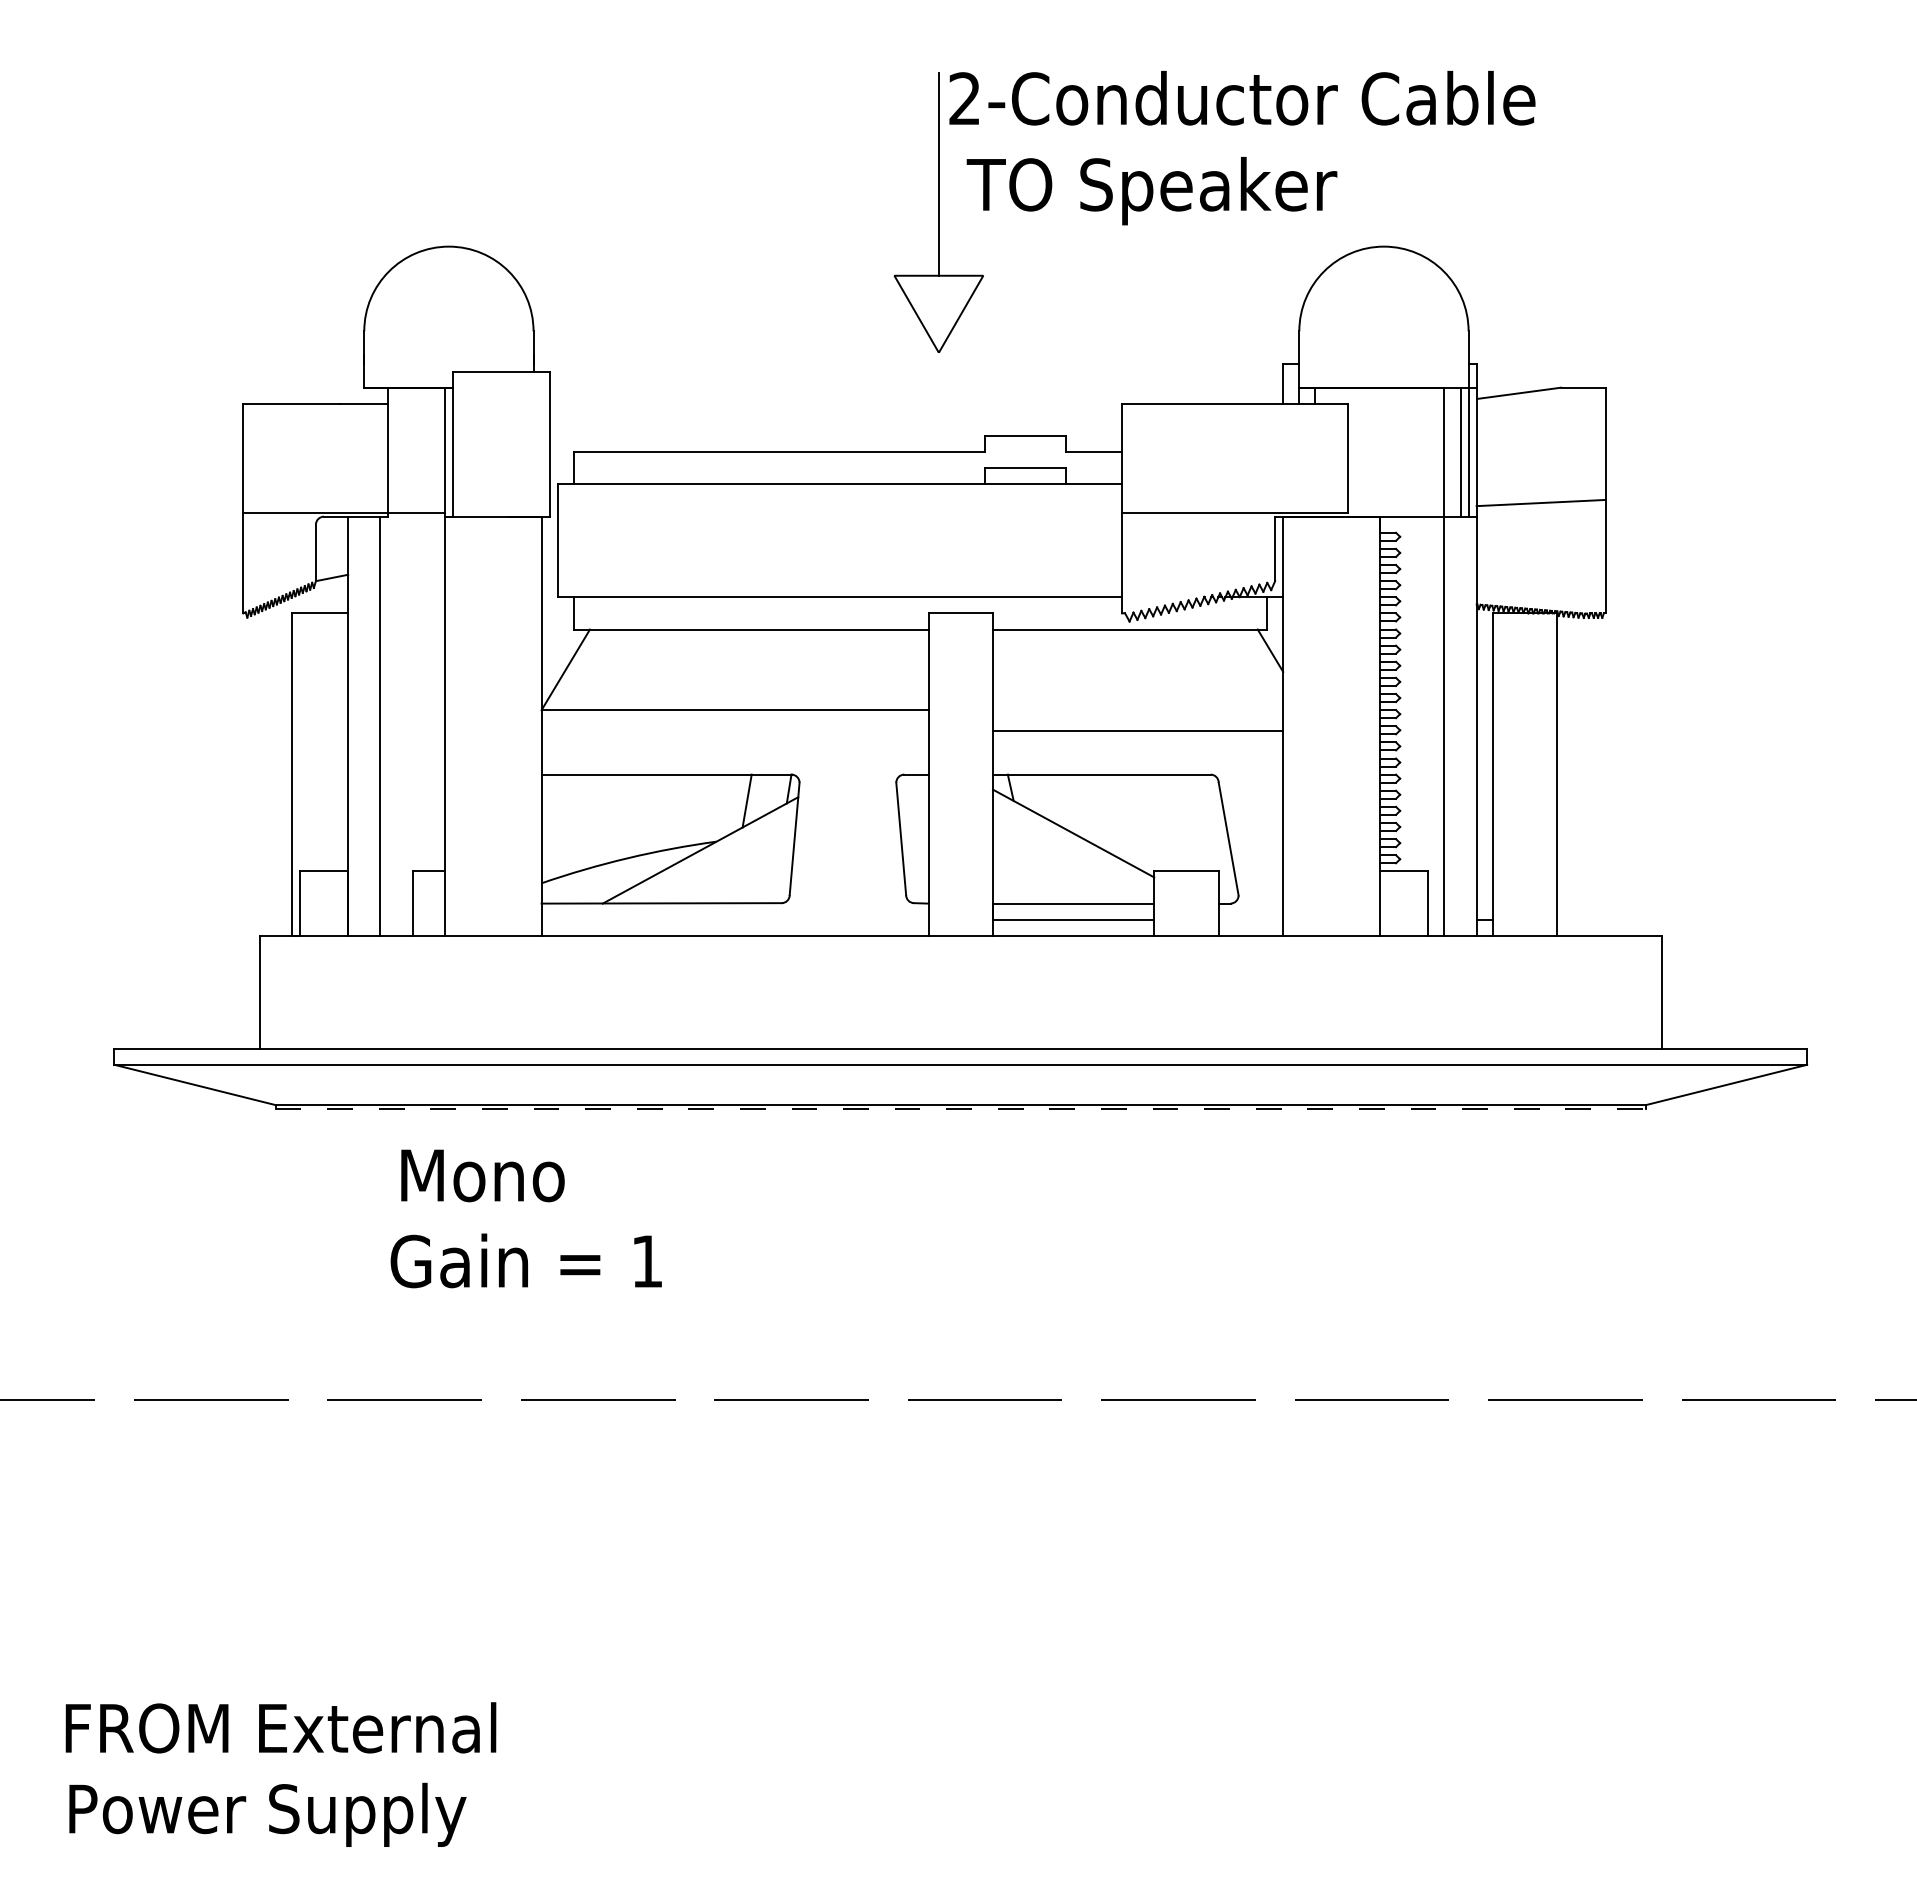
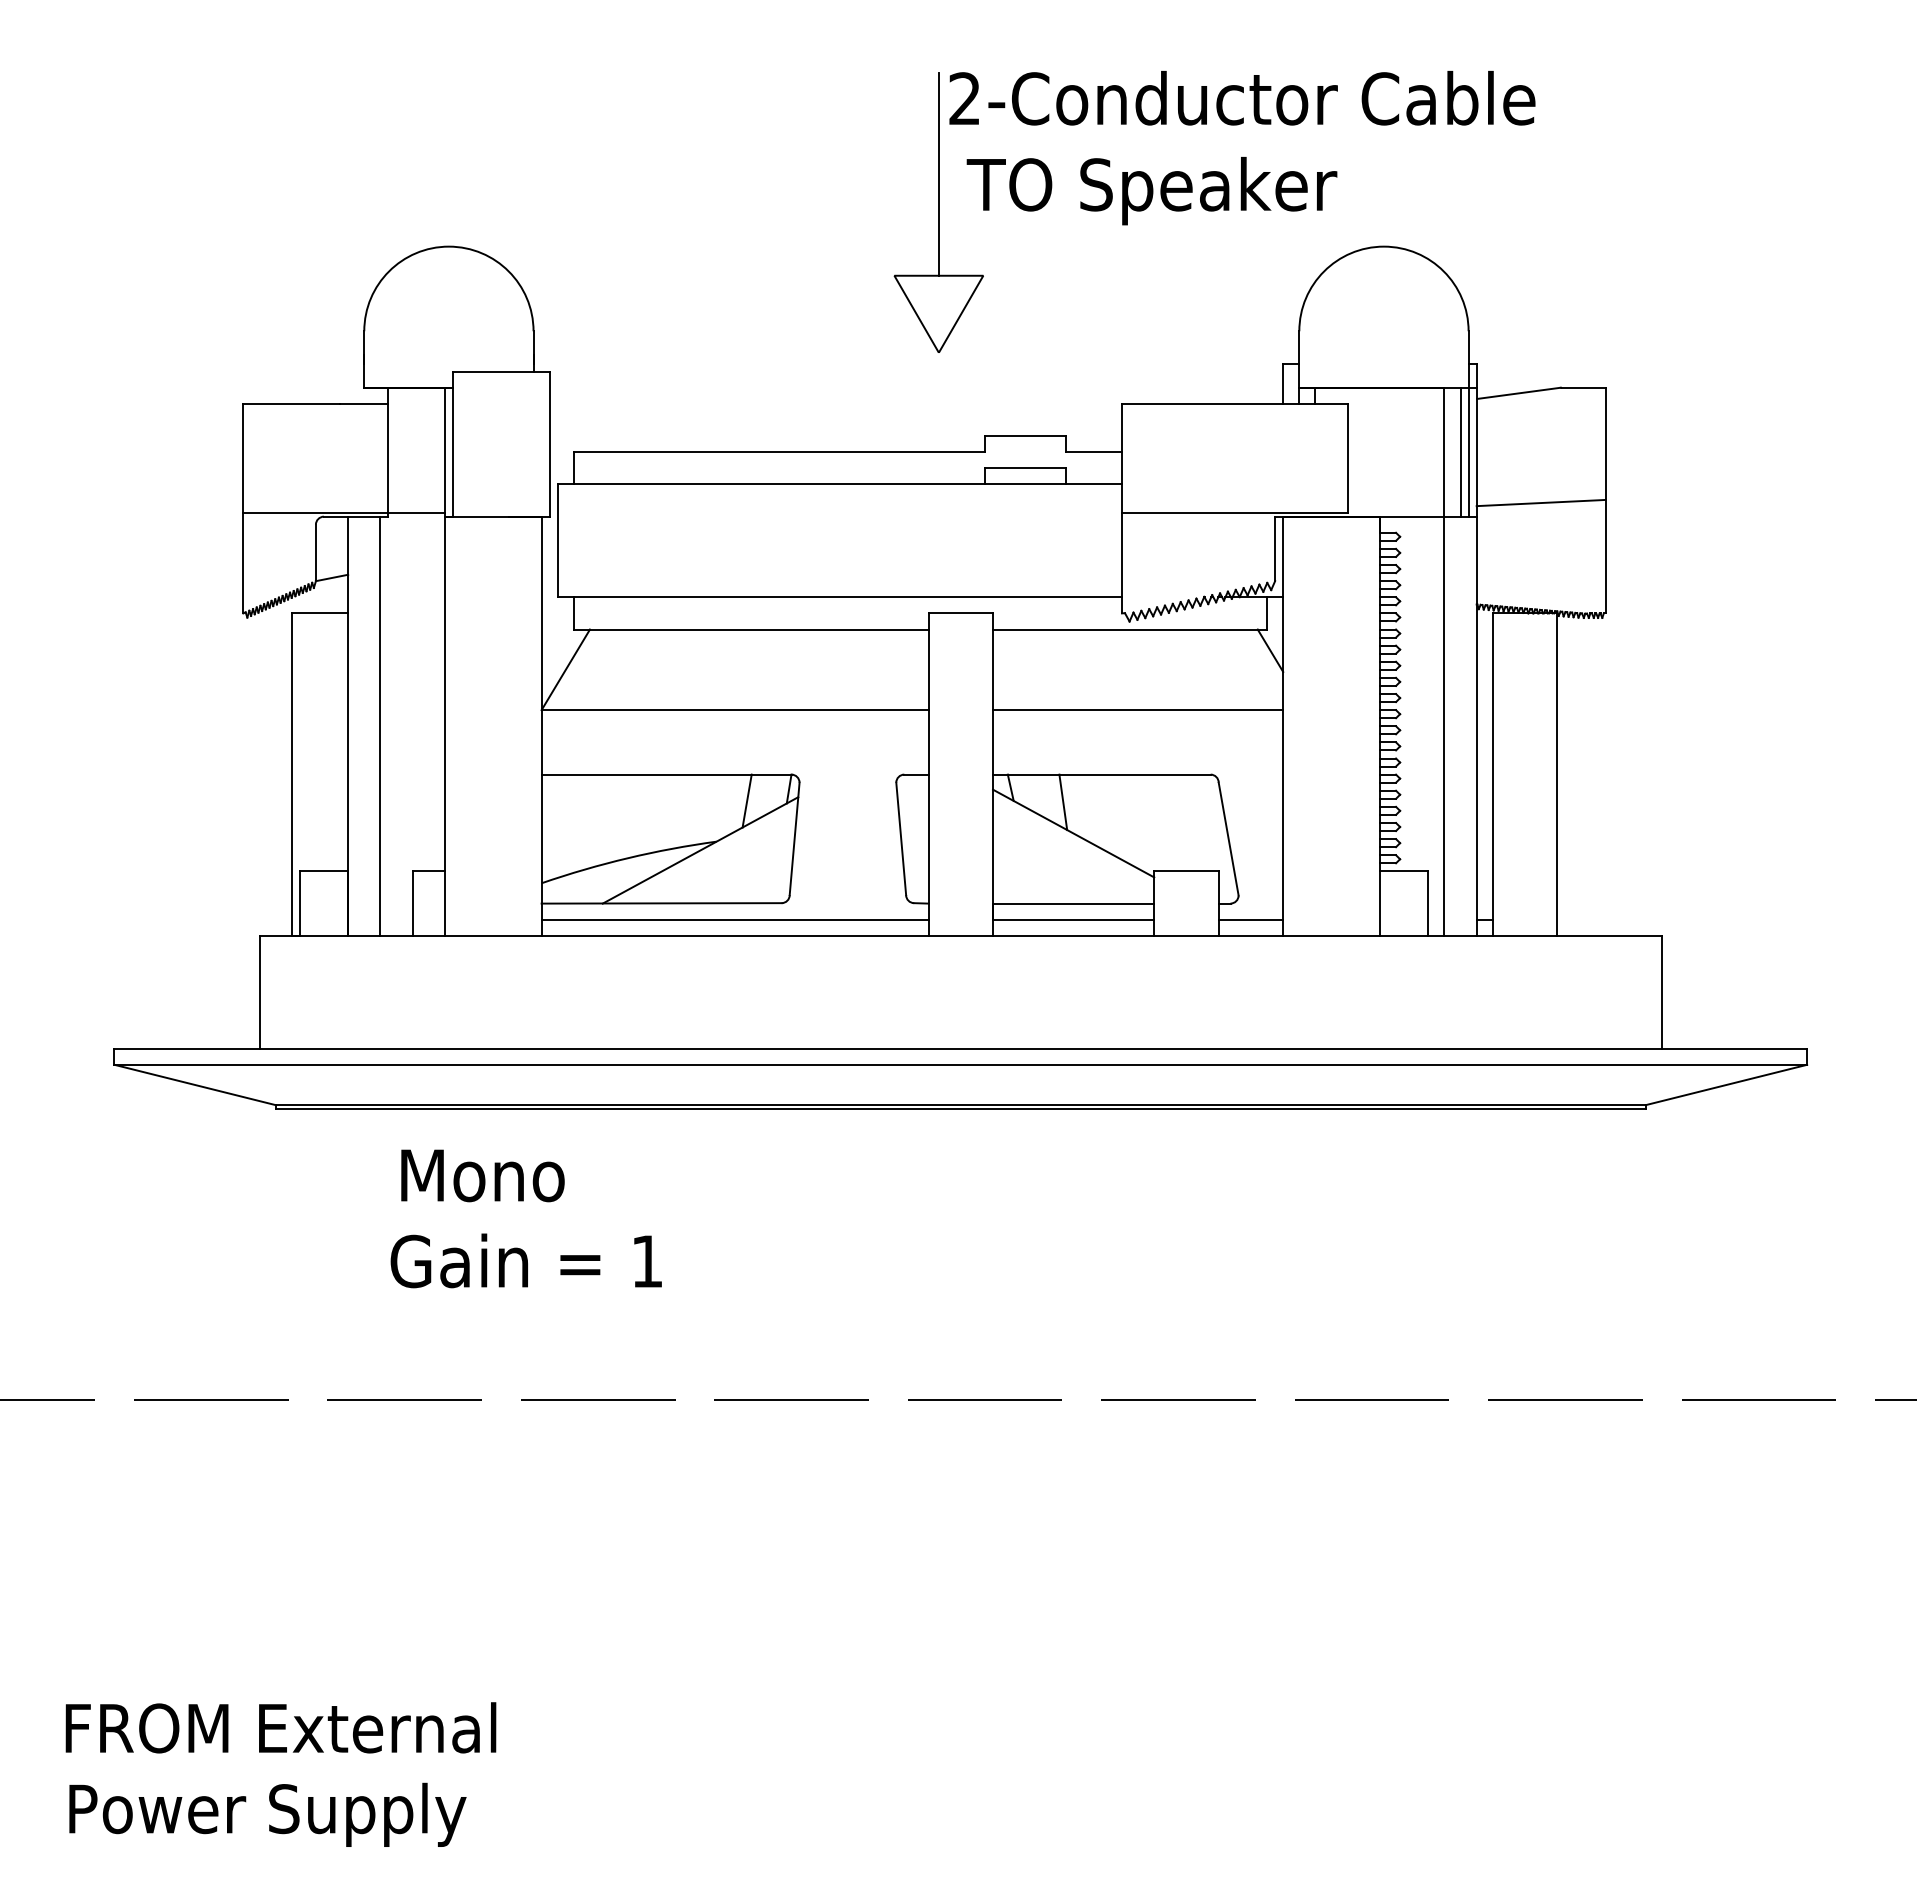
line at (1138, 731) position: (1138, 731) -> (1138, 710)
line at (1063, 802): none -> present
line at (734, 919): none -> present
line at (1250, 919): none -> present
line at (961, 1109): dashed -> solid
